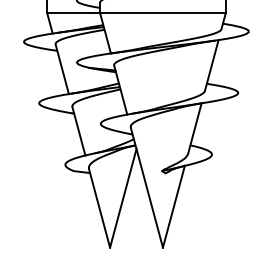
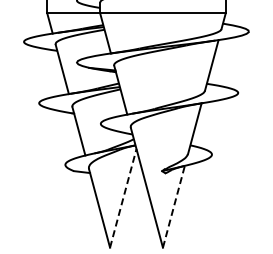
line at (123, 197): solid -> dashed
line at (174, 206): solid -> dashed
